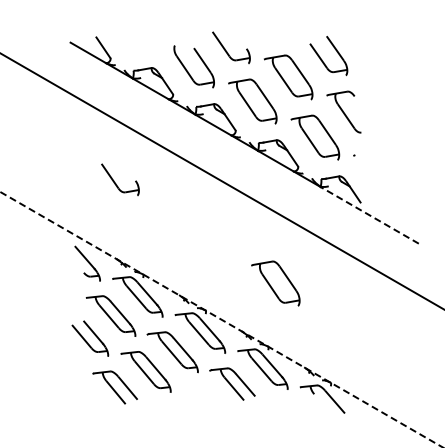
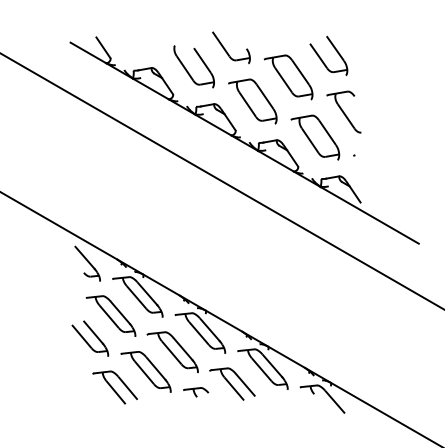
part at (120, 179): present -> none
line at (369, 215): dashed -> solid
part at (275, 283): present -> none
line at (221, 319): dashed -> solid
part at (196, 392): none -> present
